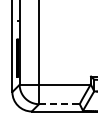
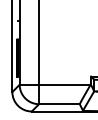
line at (59, 104): dashed -> solid
